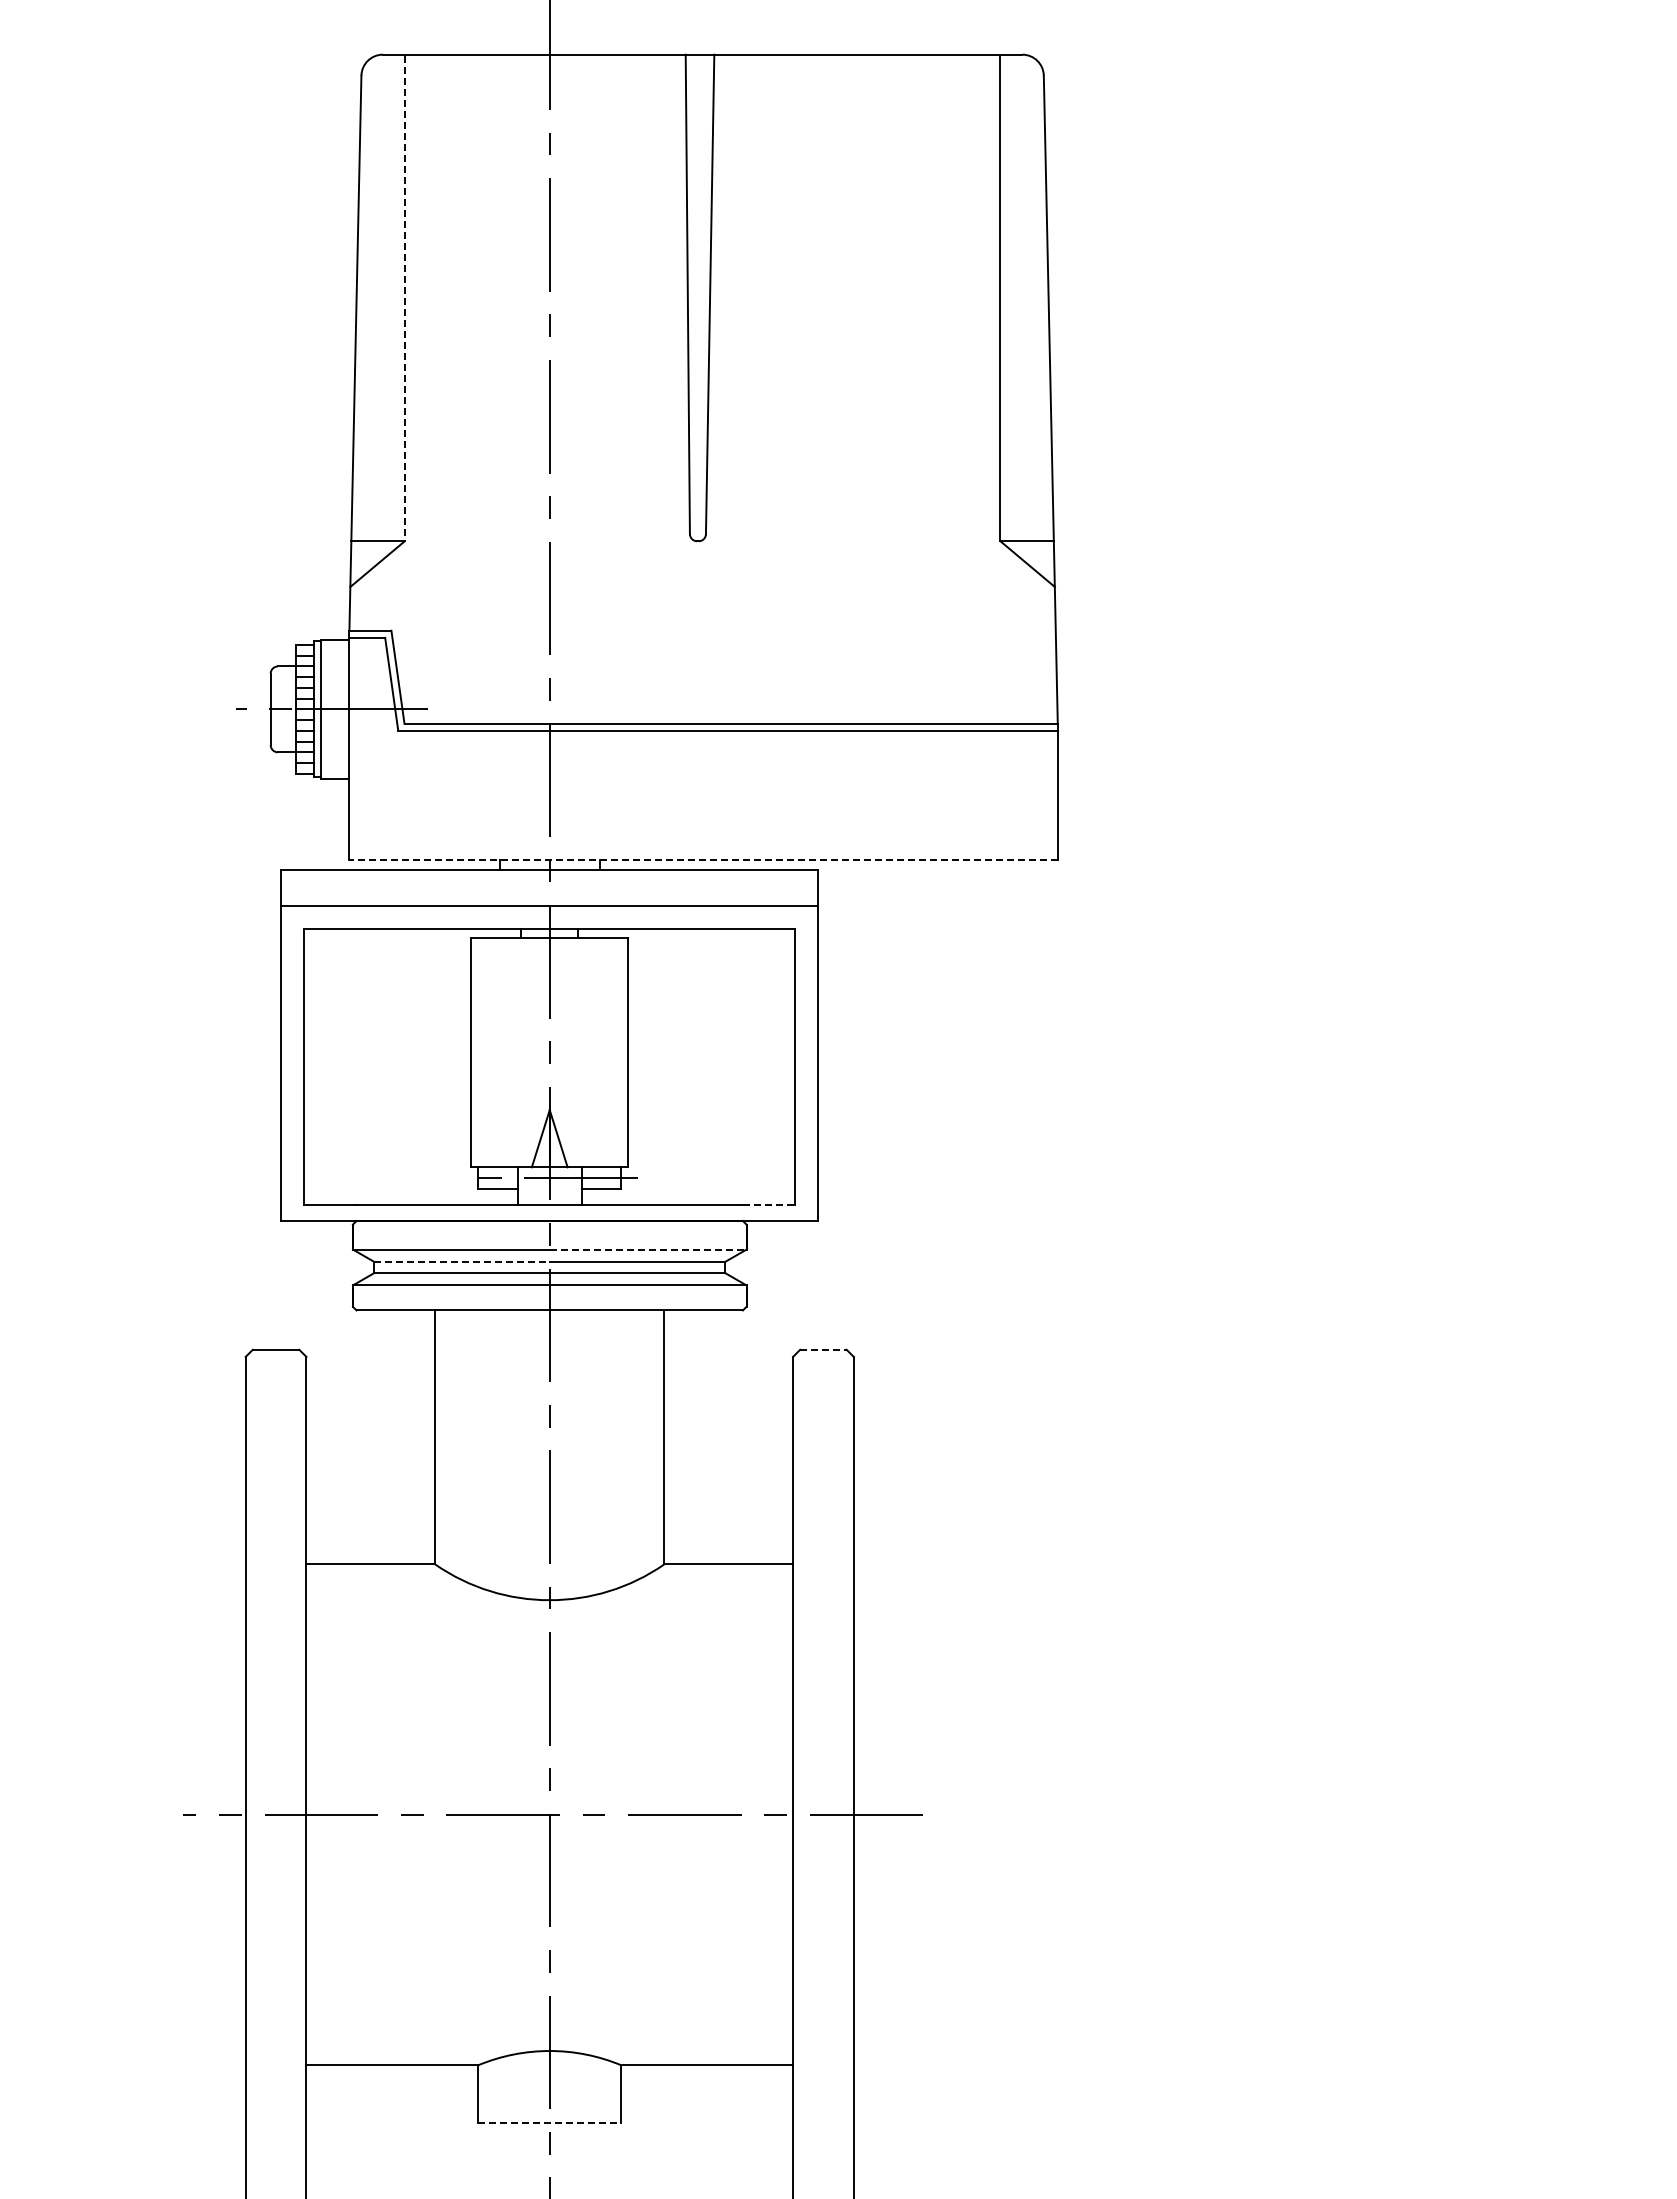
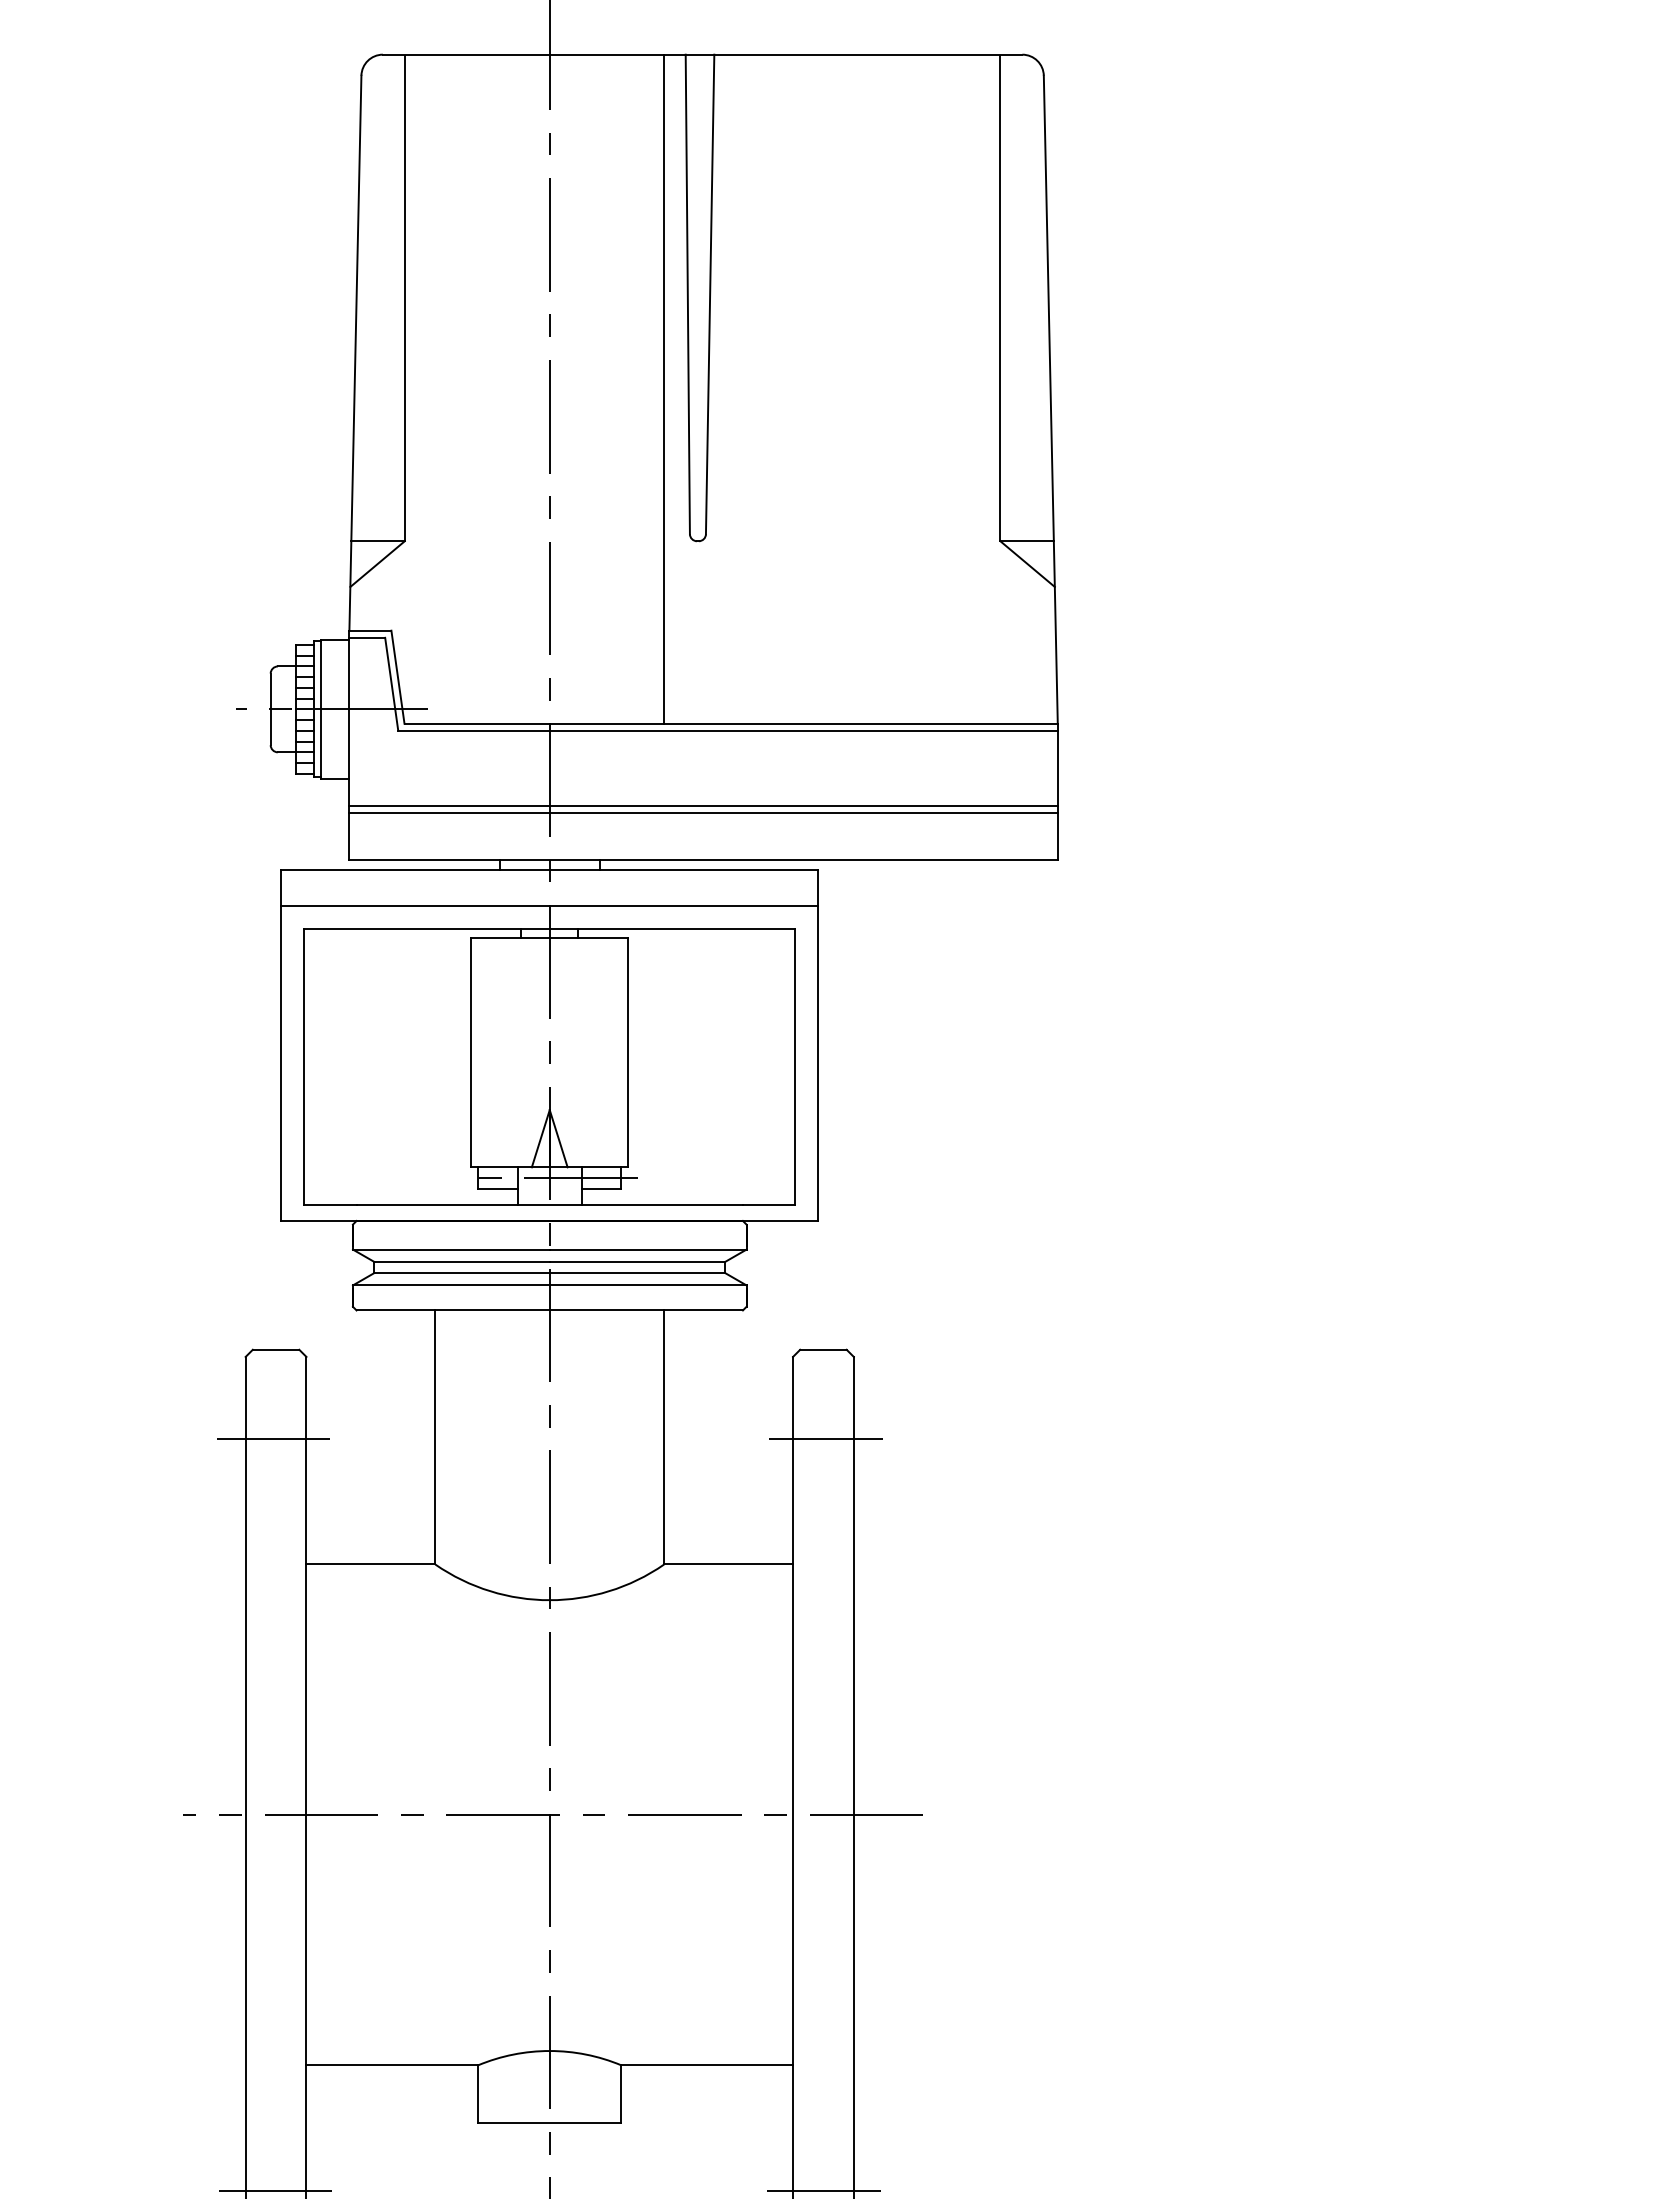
line at (404, 298): dashed -> solid
line at (664, 388): none -> present
line at (703, 805): none -> present
line at (703, 813): none -> present
line at (703, 859): dashed -> solid
line at (769, 1205): dashed -> solid
line at (648, 1249): dashed -> solid
line at (462, 1261): dashed -> solid
line at (823, 1349): dashed -> solid
line at (277, 1439): none -> present
line at (821, 1439): none -> present
line at (549, 2122): dashed -> solid
line at (278, 2190): none -> present
line at (820, 2190): none -> present
